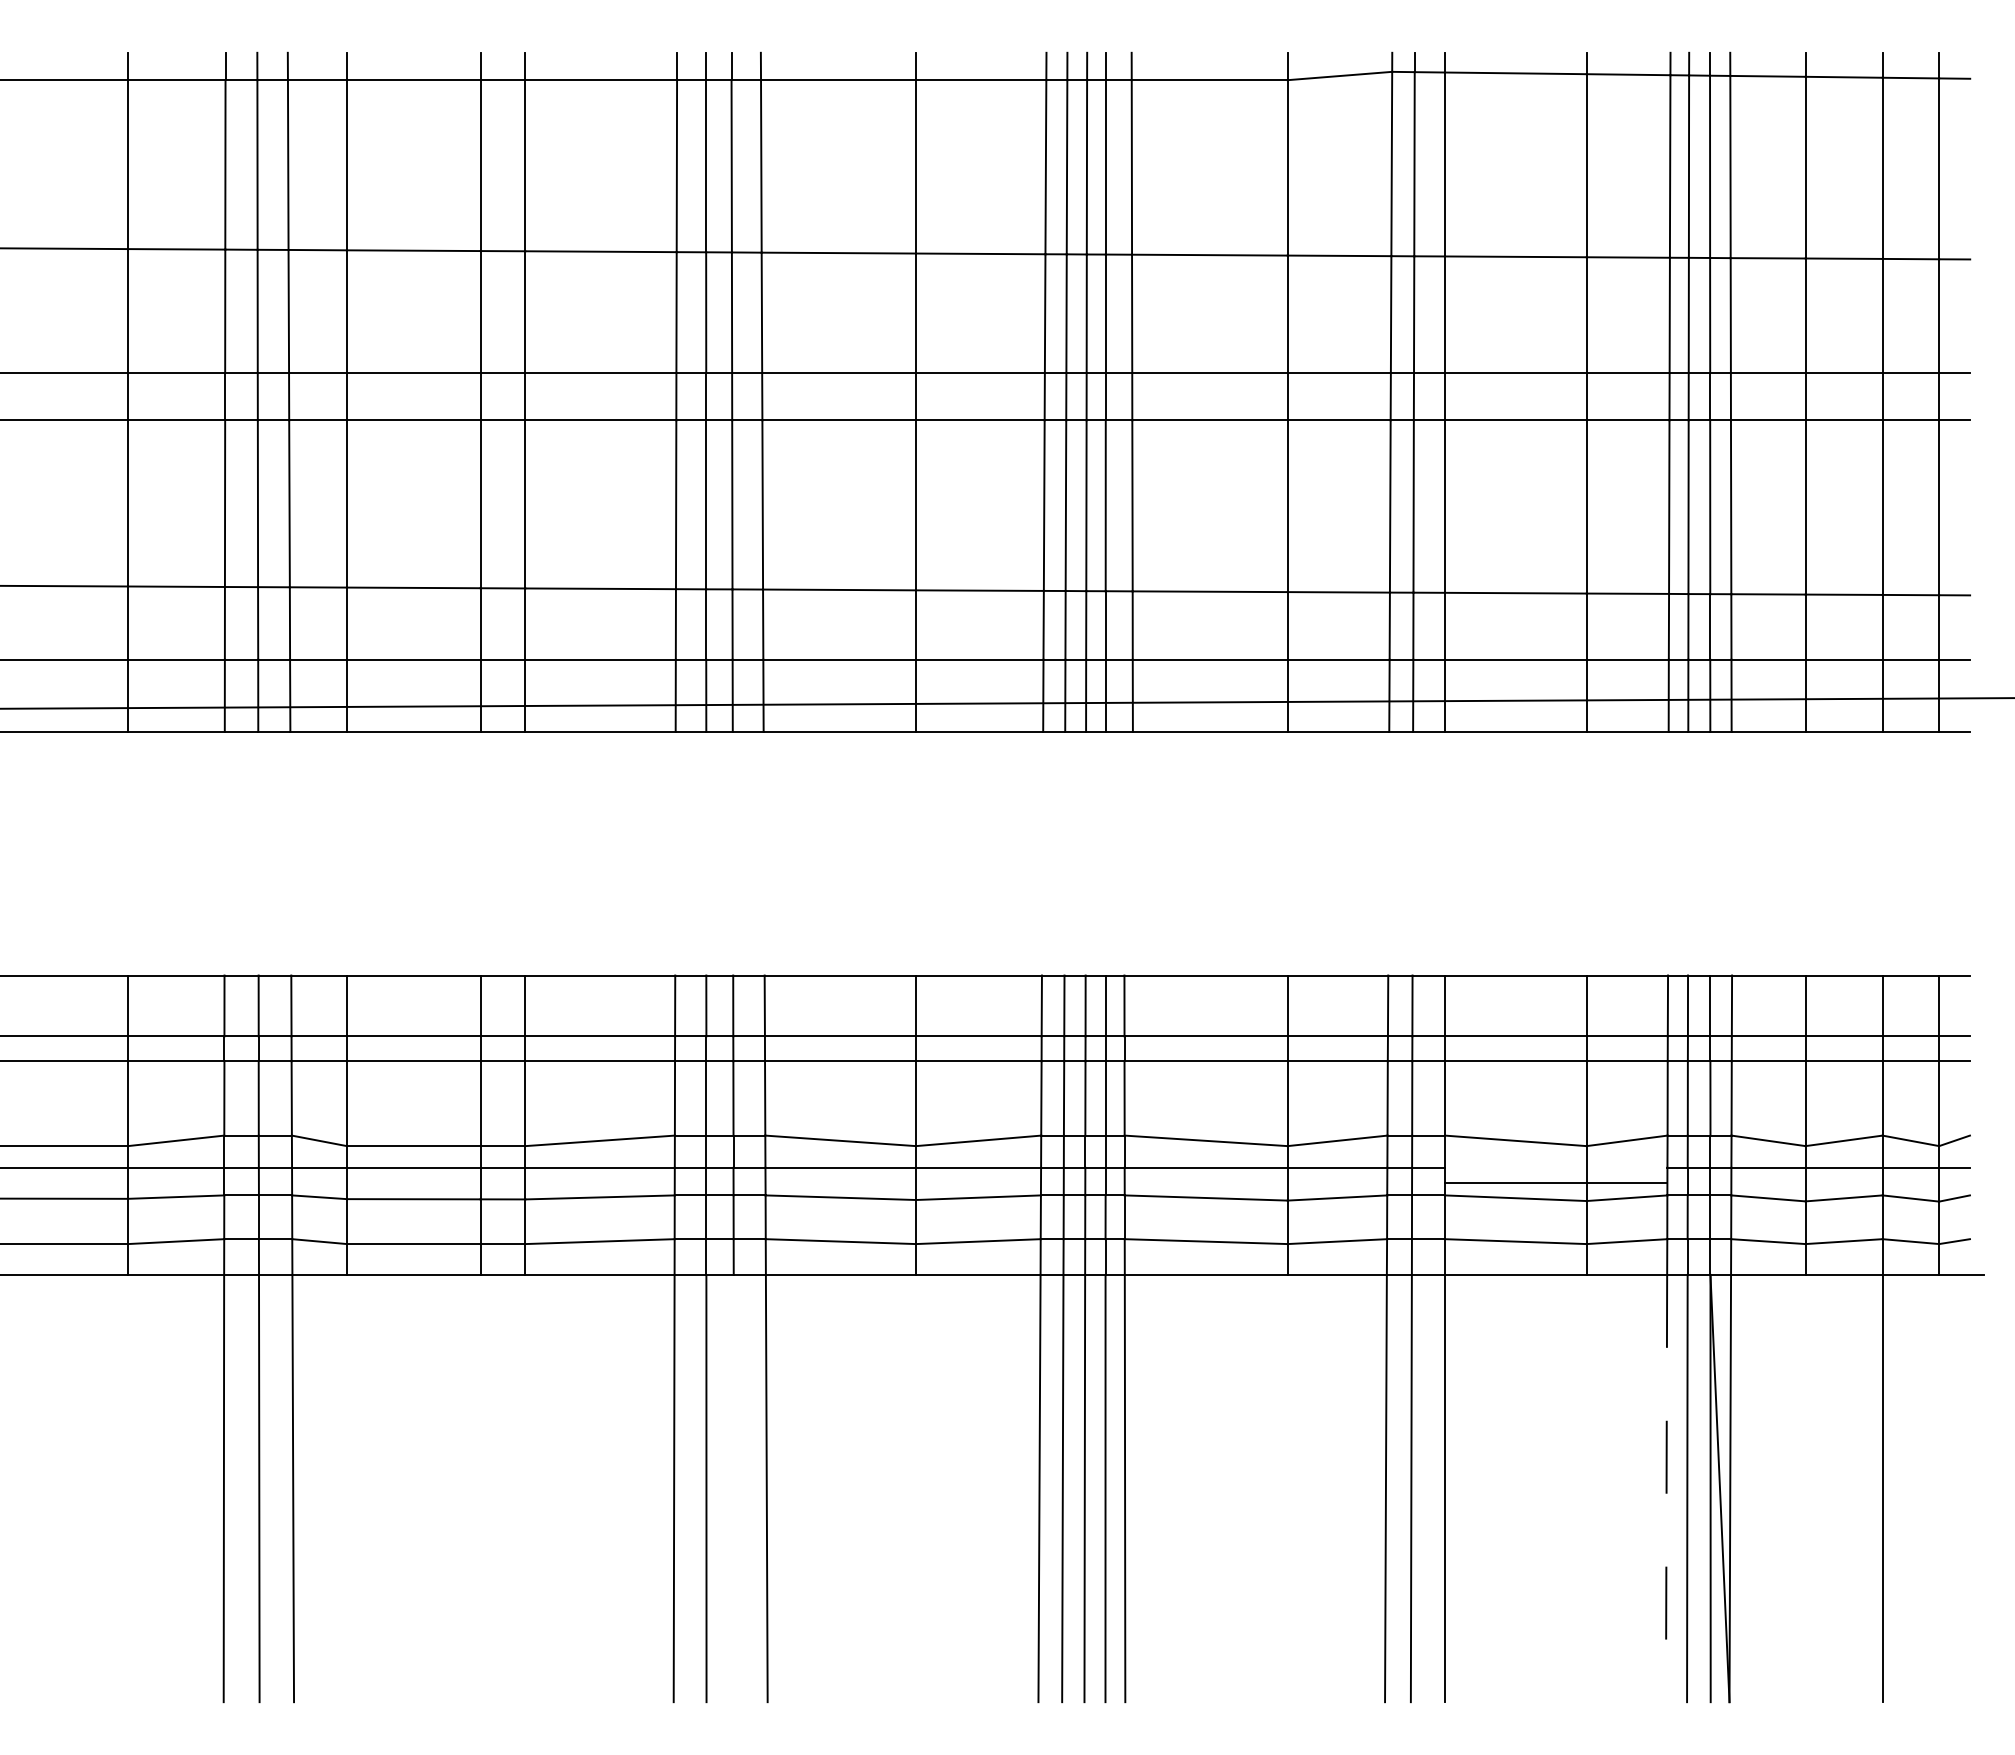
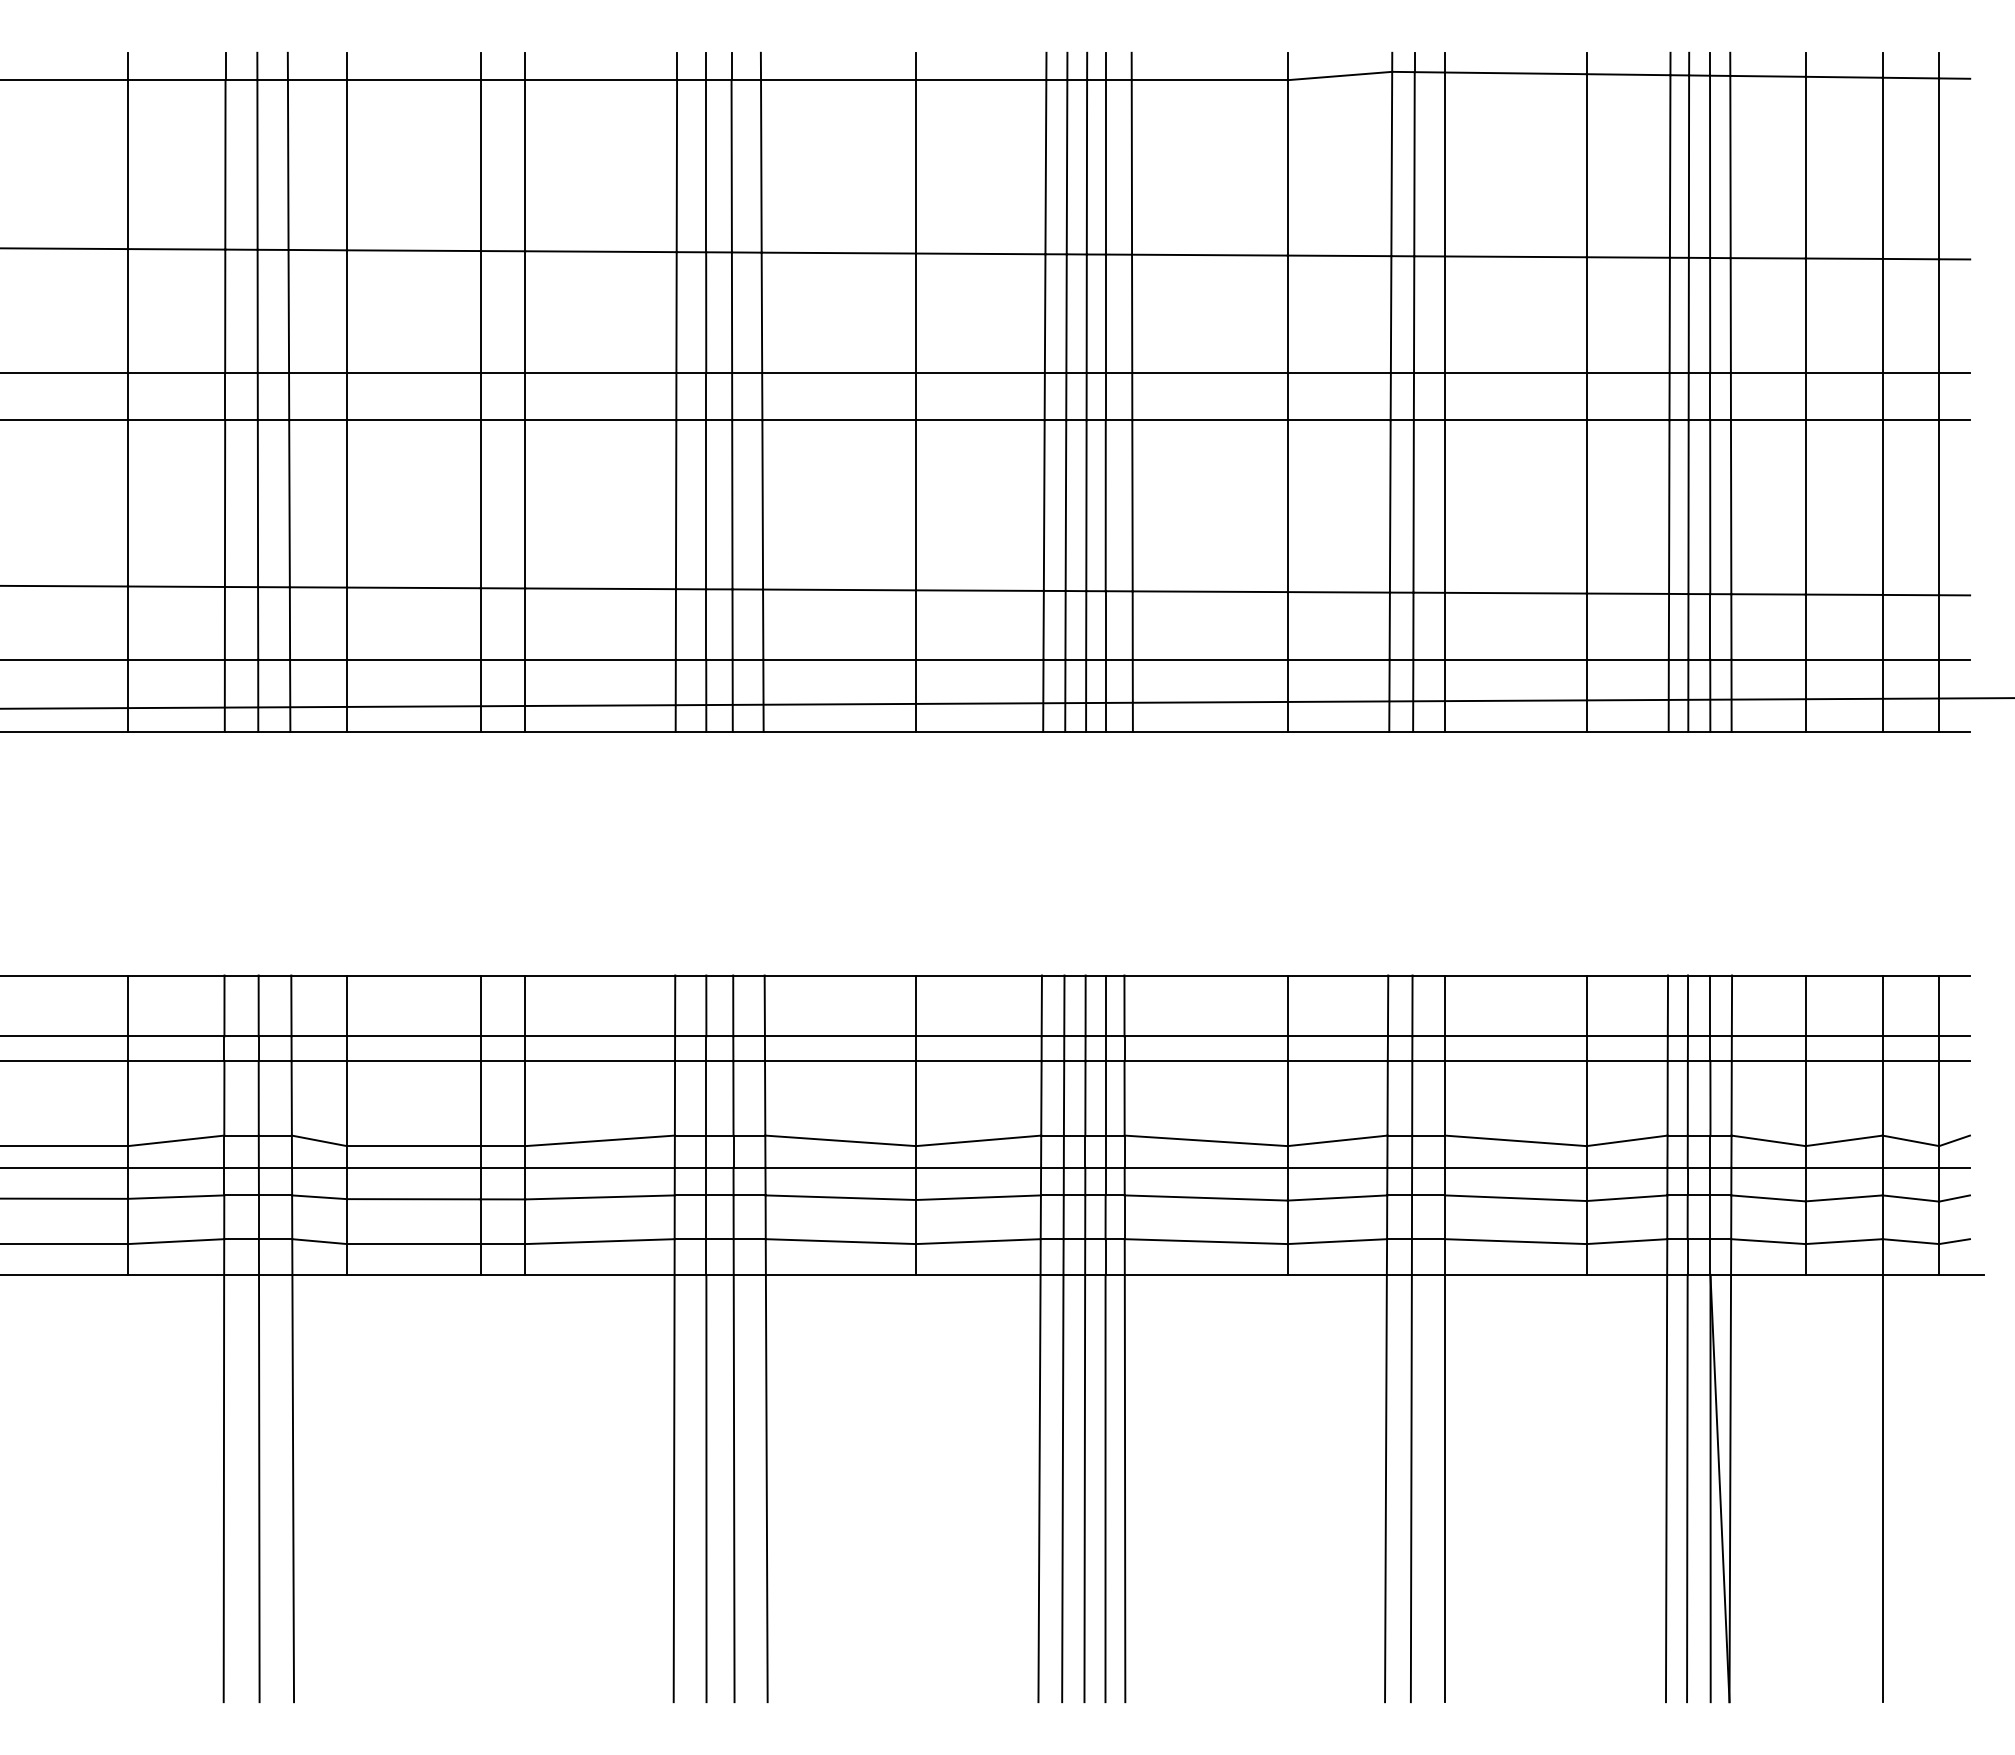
line at (1555, 1182) position: (1555, 1182) -> (1555, 1167)
line at (733, 1488): none -> present
line at (1666, 1488): dashed -> solid
